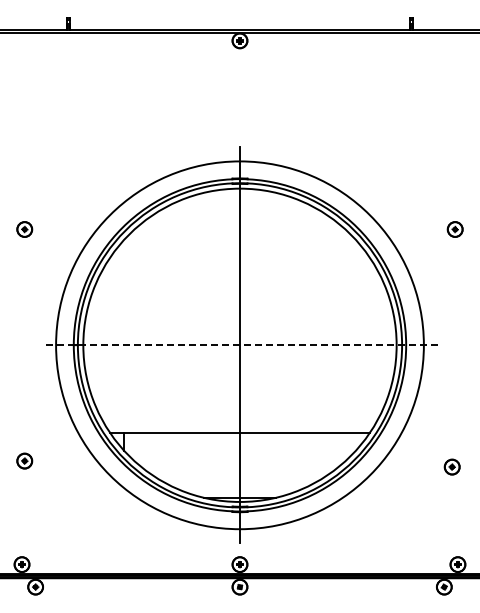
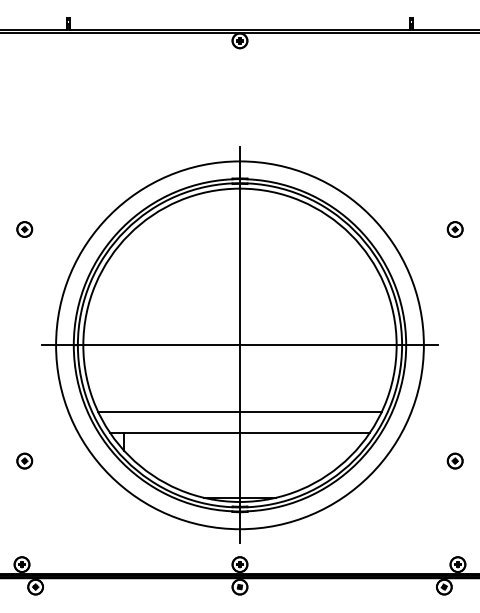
line at (239, 345): dashed -> solid
line at (239, 412): none -> present
part at (451, 466) position: (451, 466) -> (454, 460)
